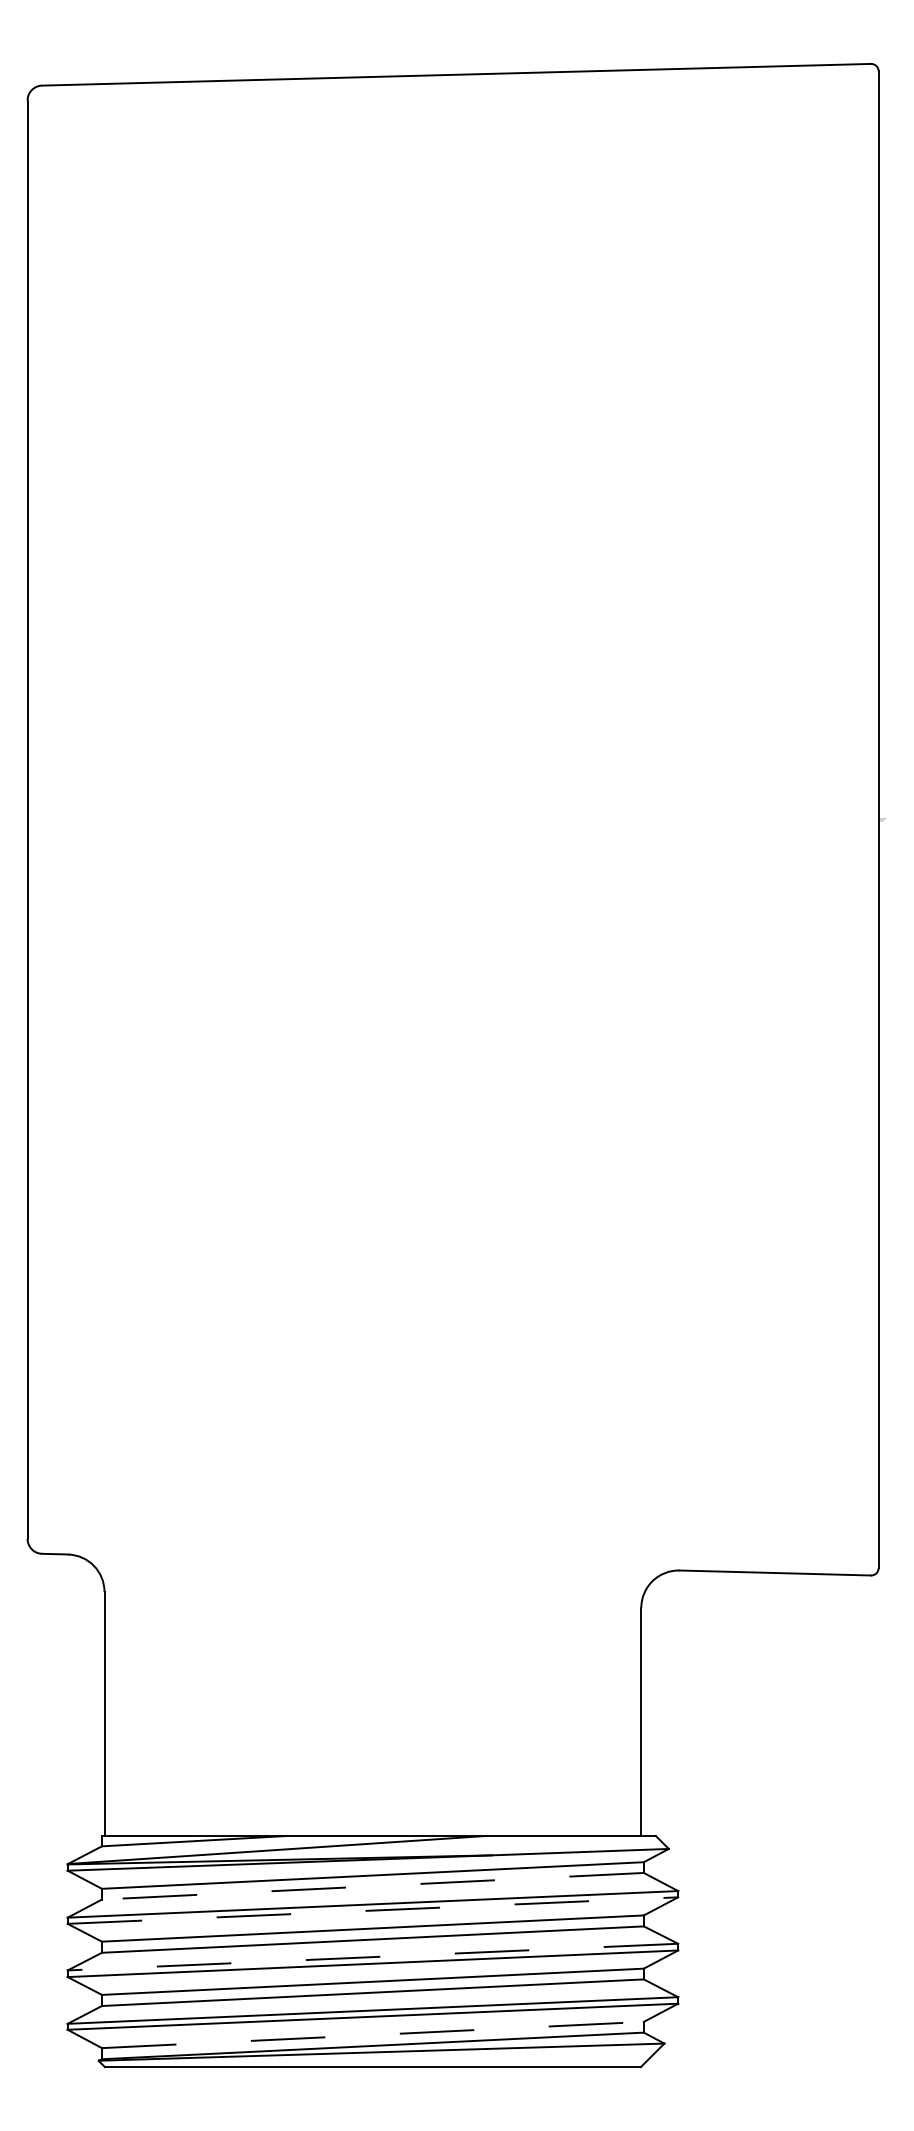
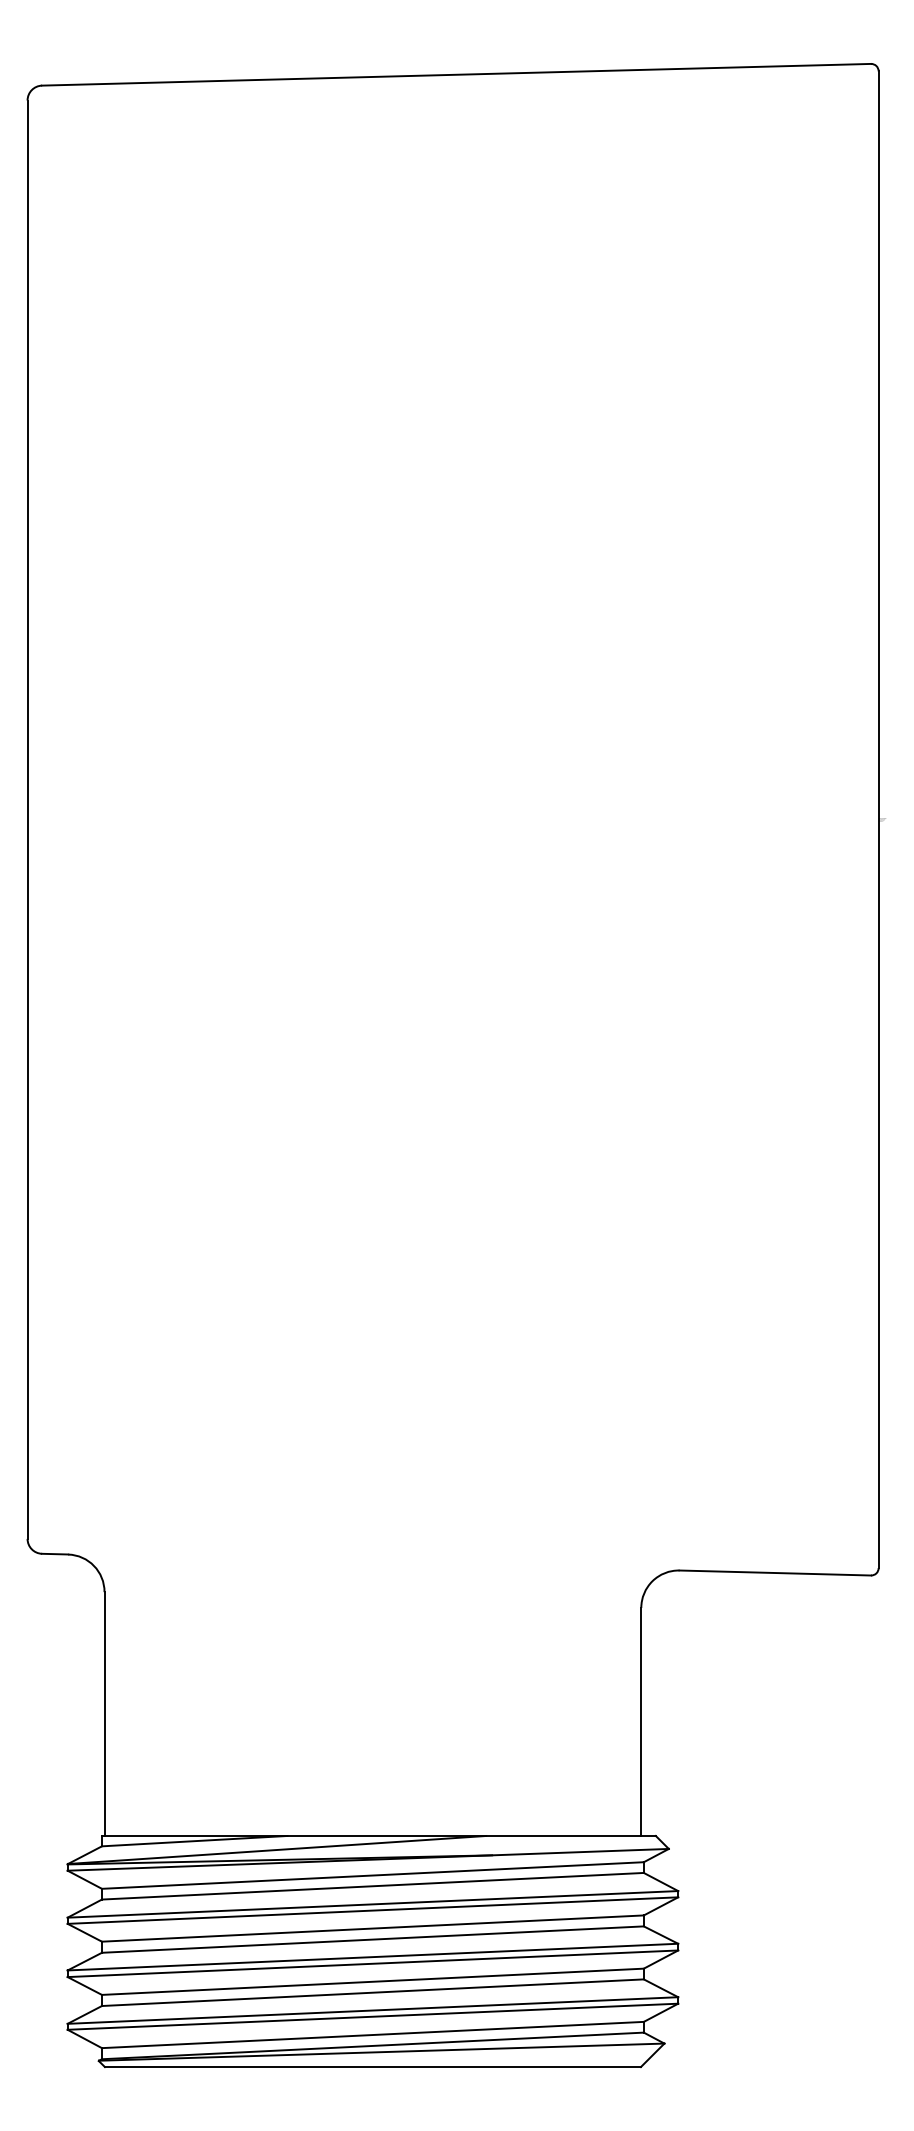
line at (372, 1886): dashed -> solid
line at (372, 1910): dashed -> solid
line at (372, 1957): dashed -> solid
line at (373, 2034): dashed -> solid
